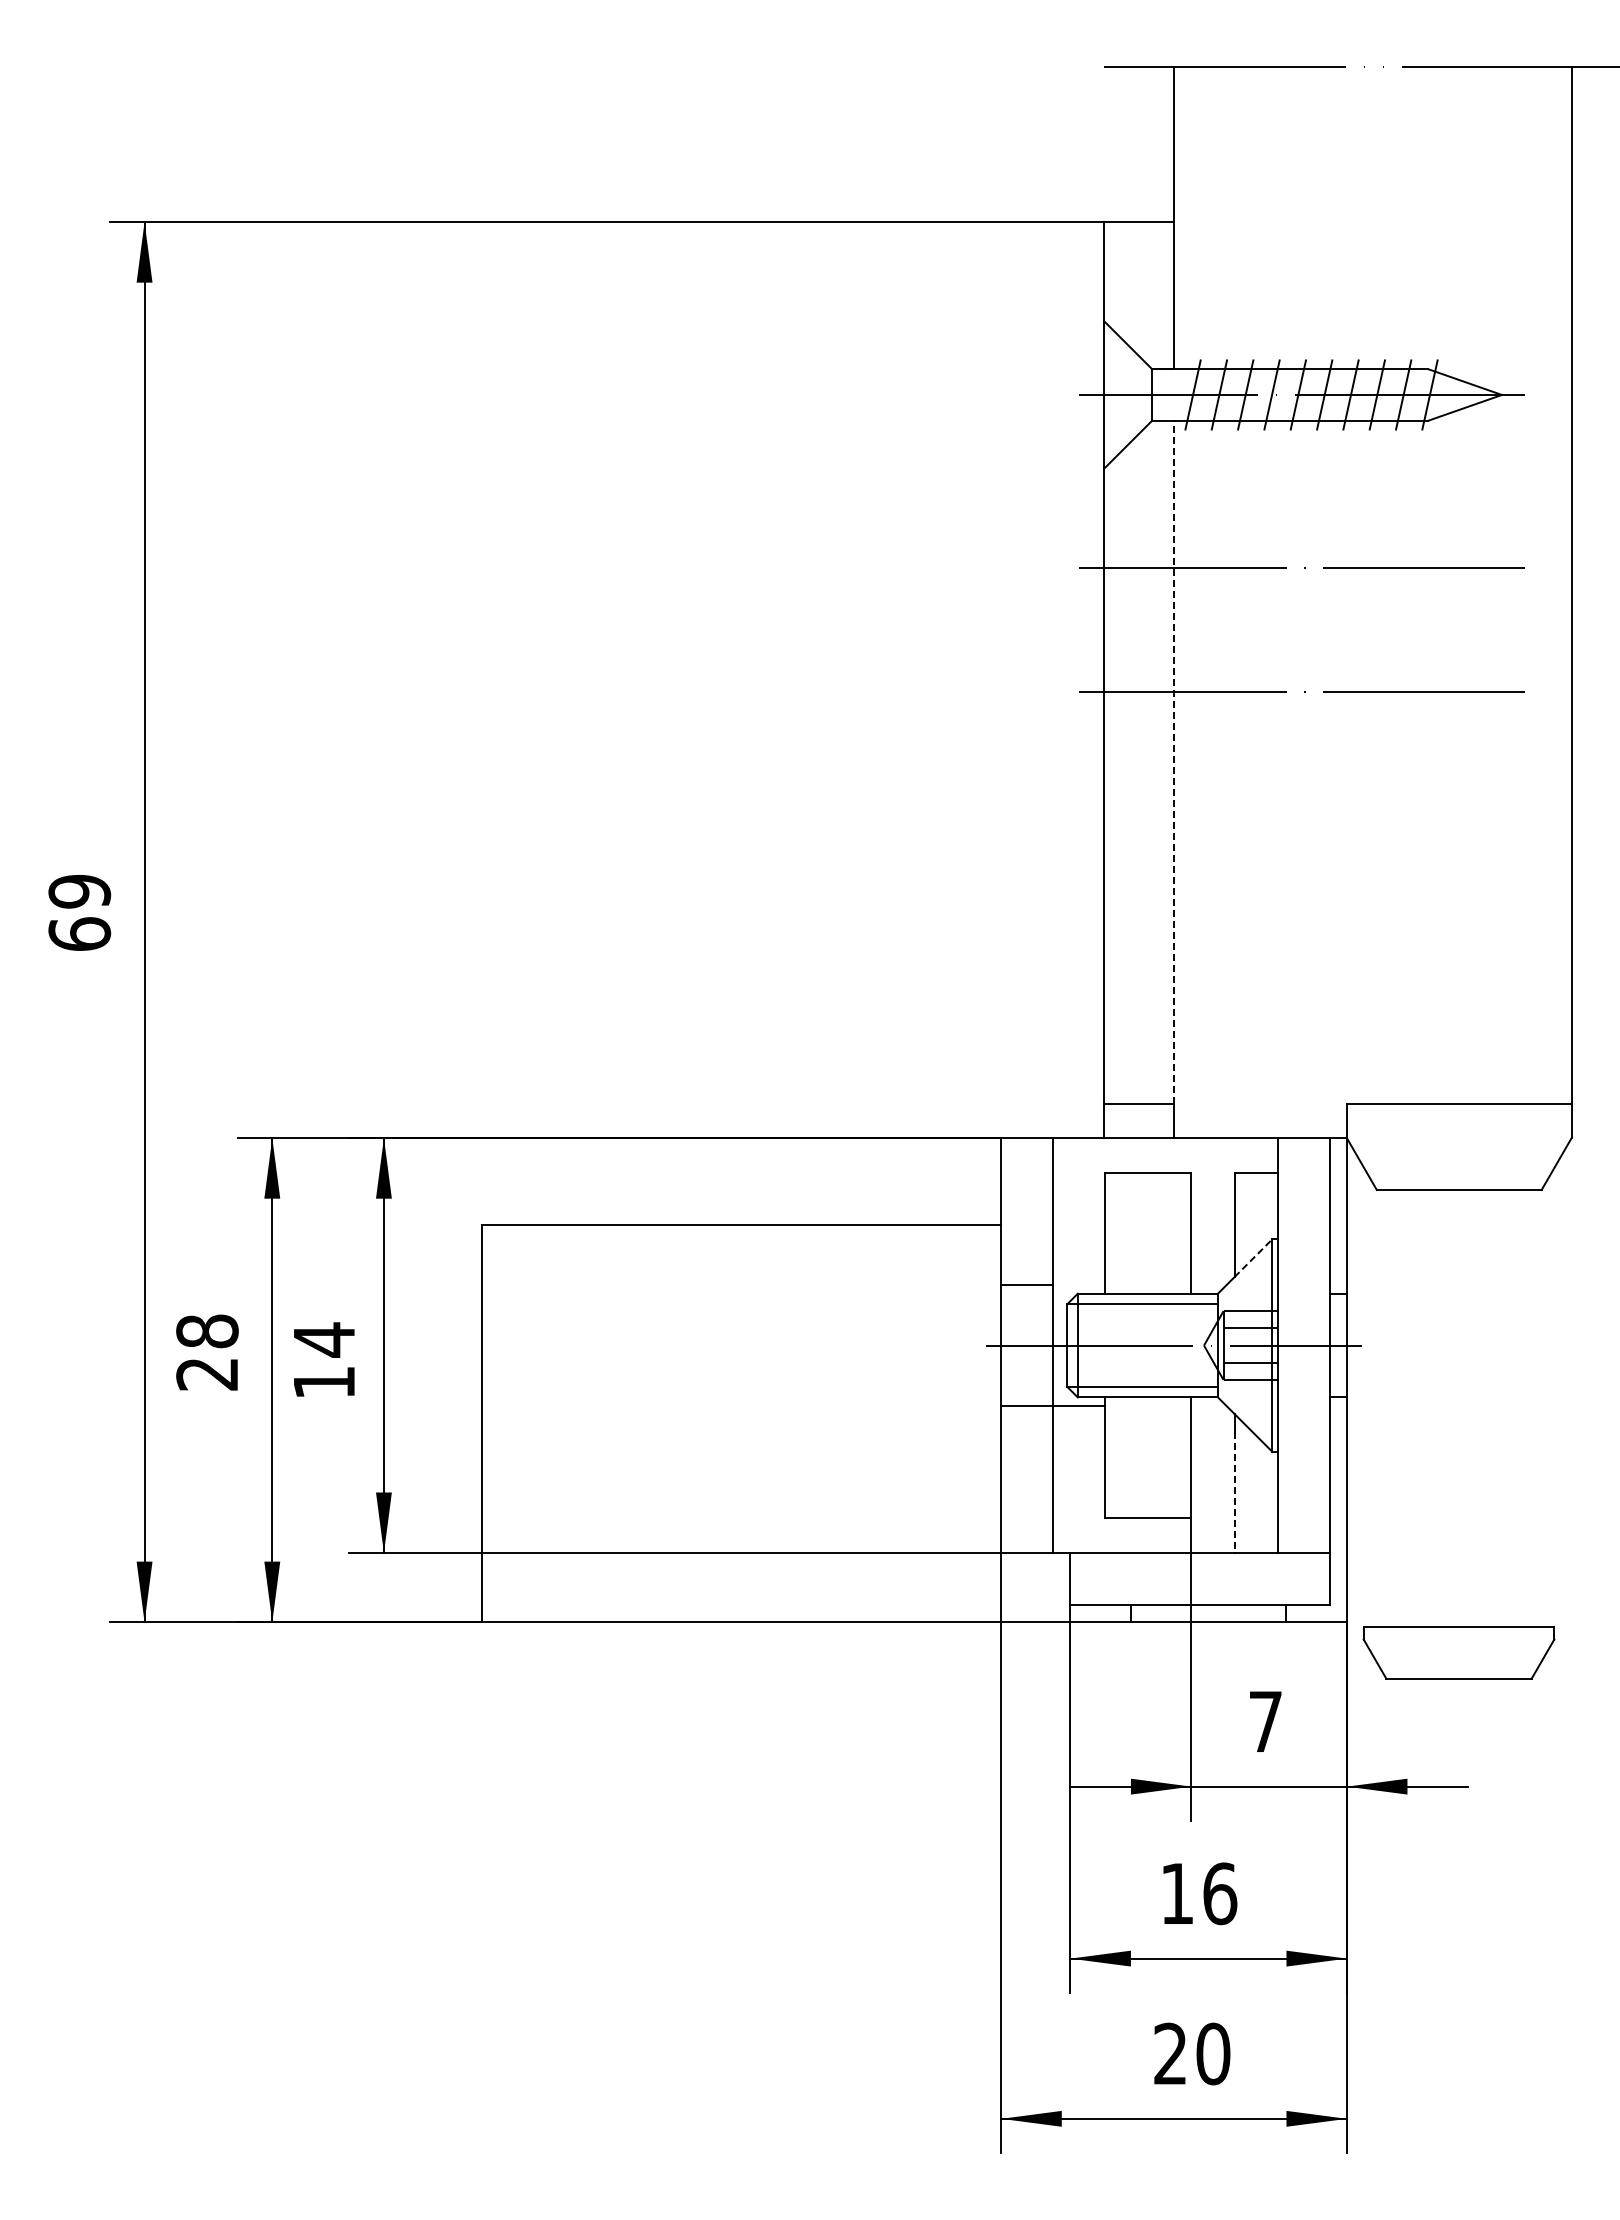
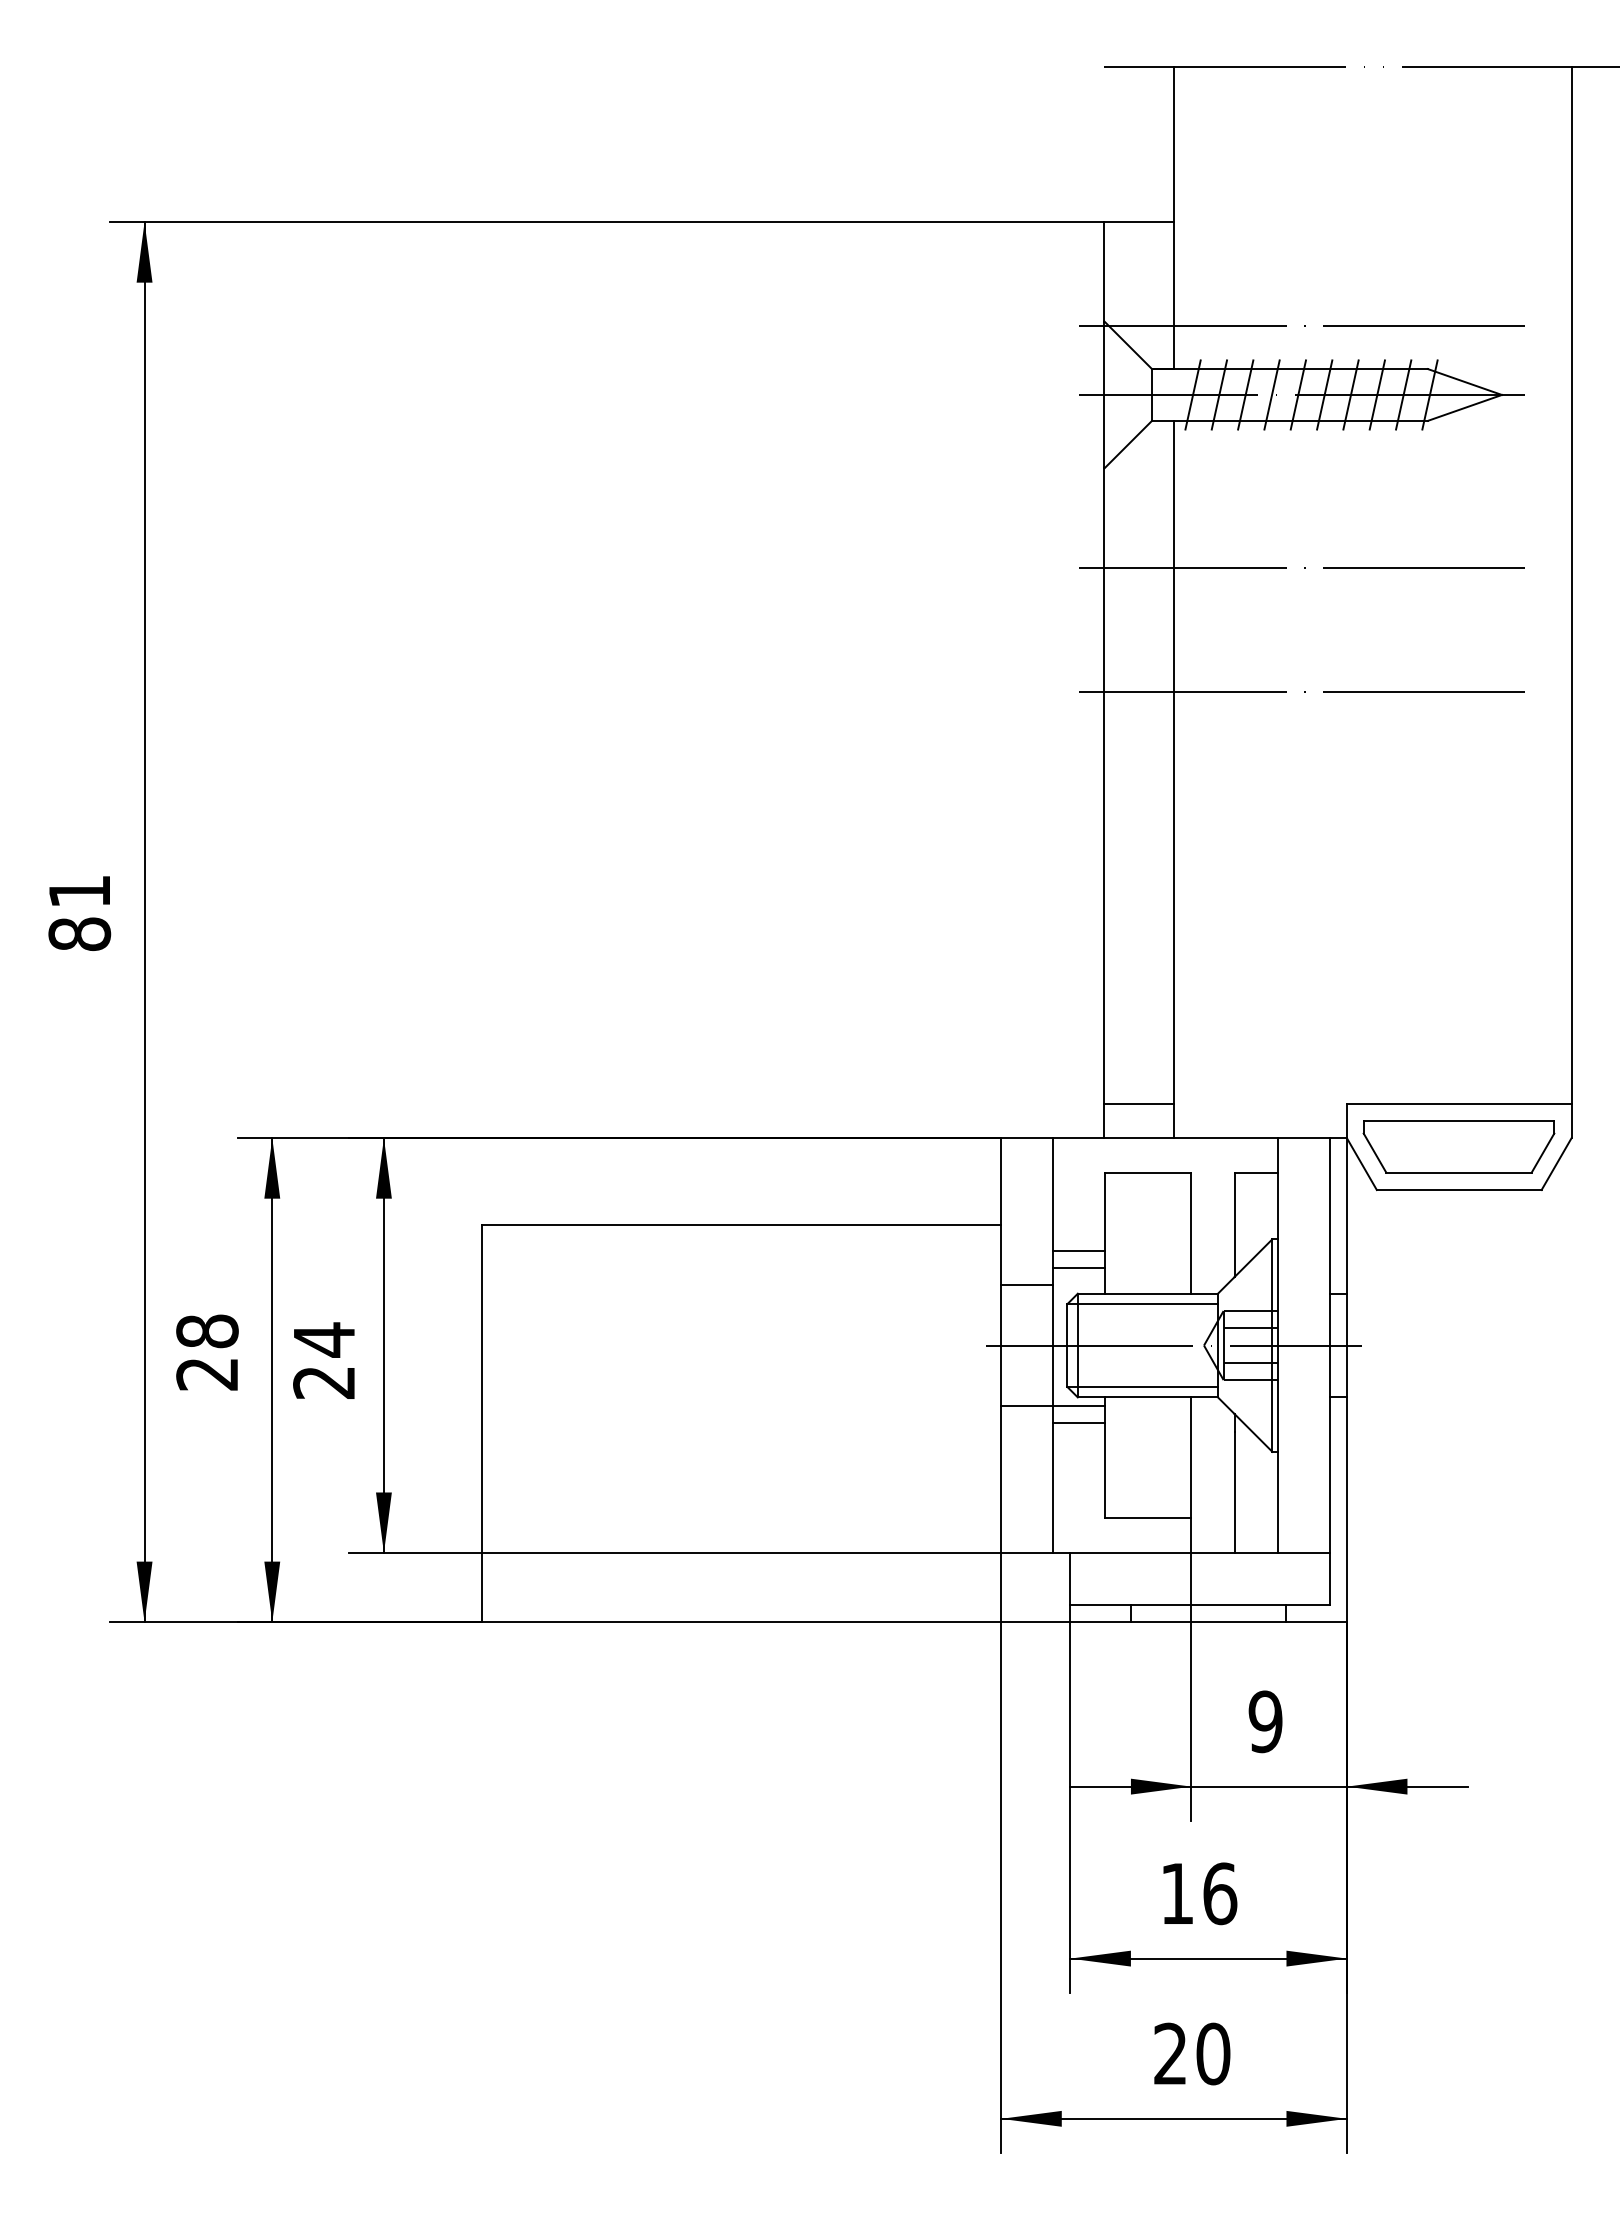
line at (1301, 325): none -> present
line at (1173, 761): dashed -> solid
text at (79, 912): 69 -> 81
line at (1078, 1250): none -> present
line at (1253, 1258): dashed -> solid
line at (1078, 1267): none -> present
text at (323, 1382): 14 -> 24
line at (1078, 1423): none -> present
line at (1234, 1492): dashed -> solid
part at (1458, 1652) position: (1458, 1652) -> (1458, 1146)
text at (1265, 1721): 7 -> 9
